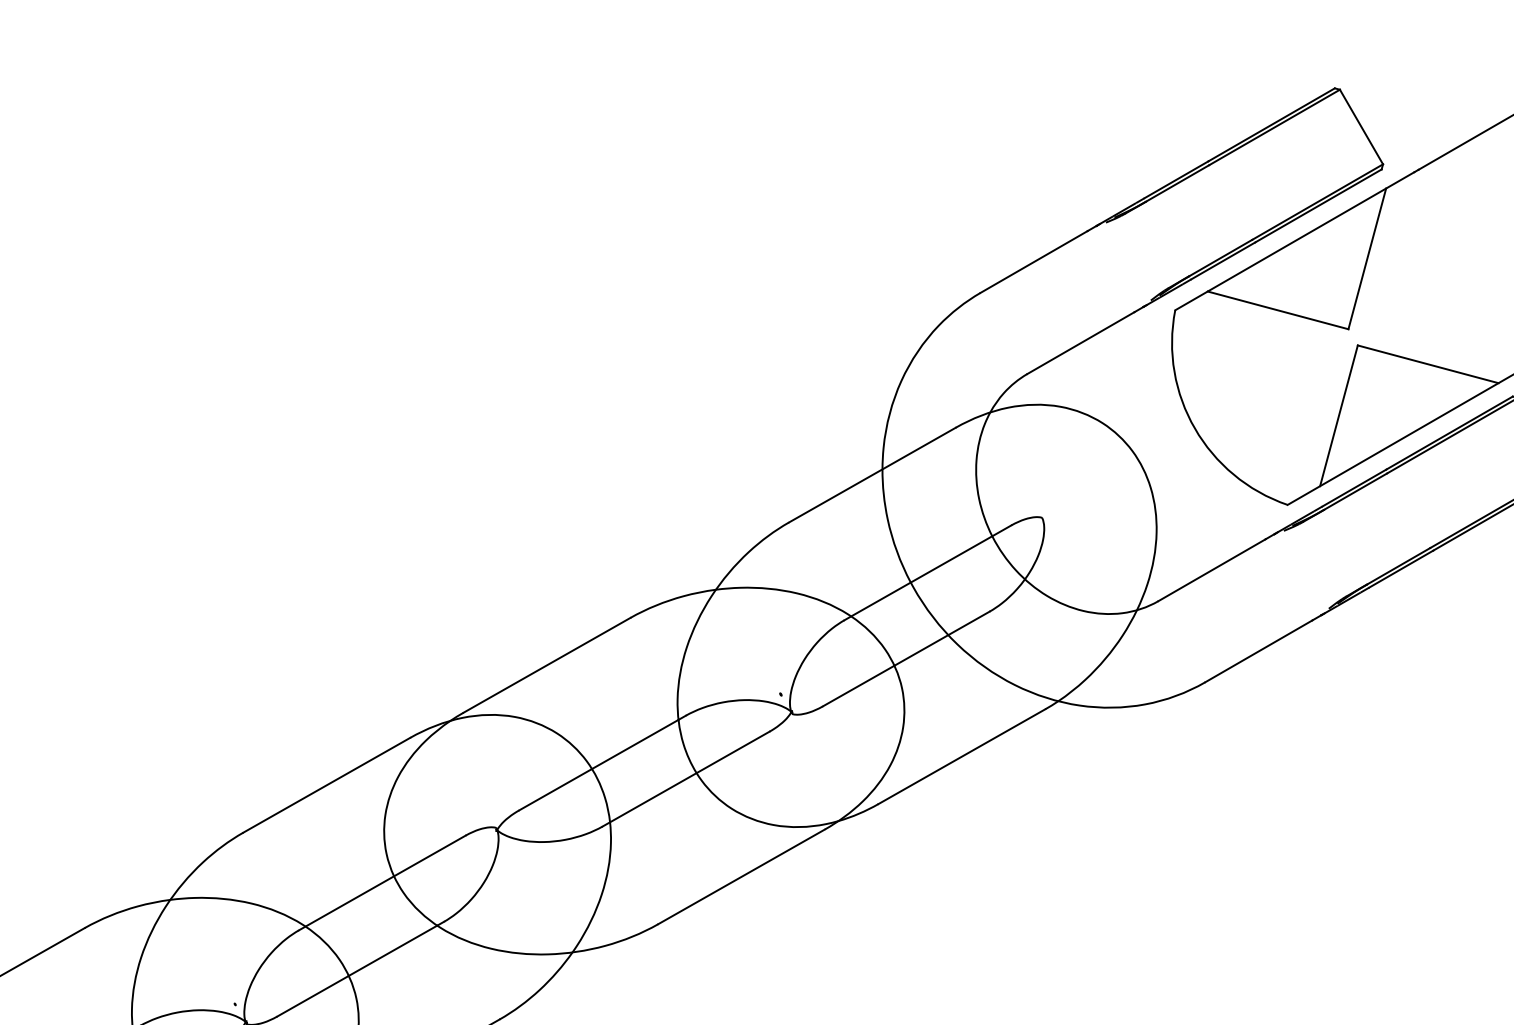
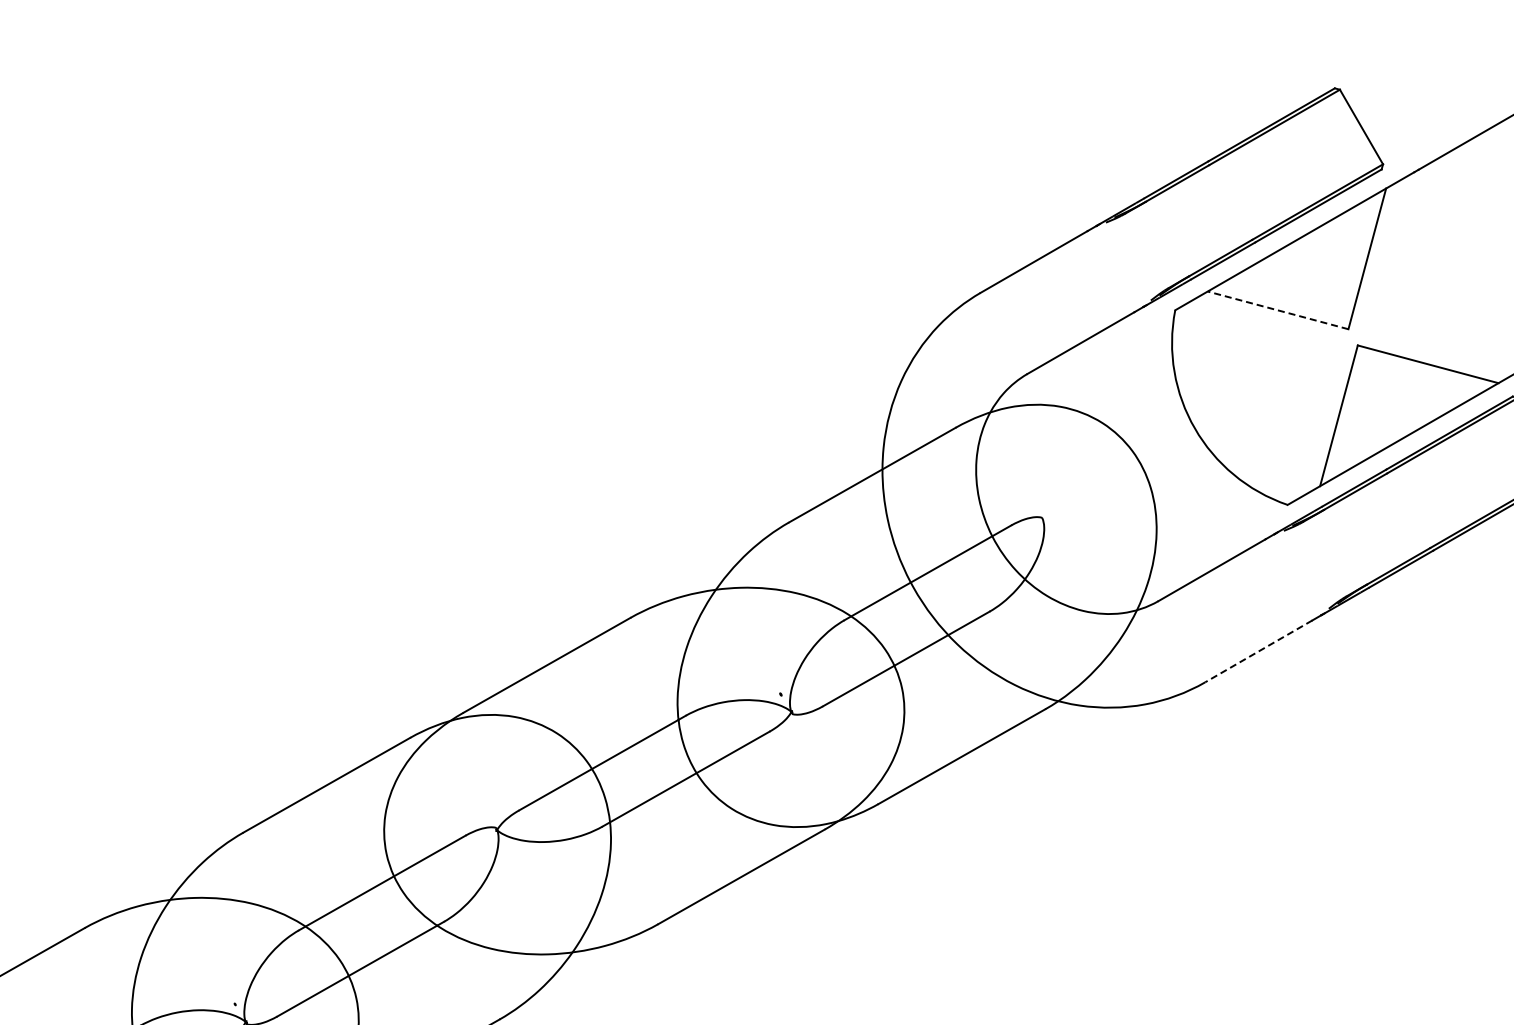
line at (1278, 310): solid -> dashed
line at (1258, 651): solid -> dashed
